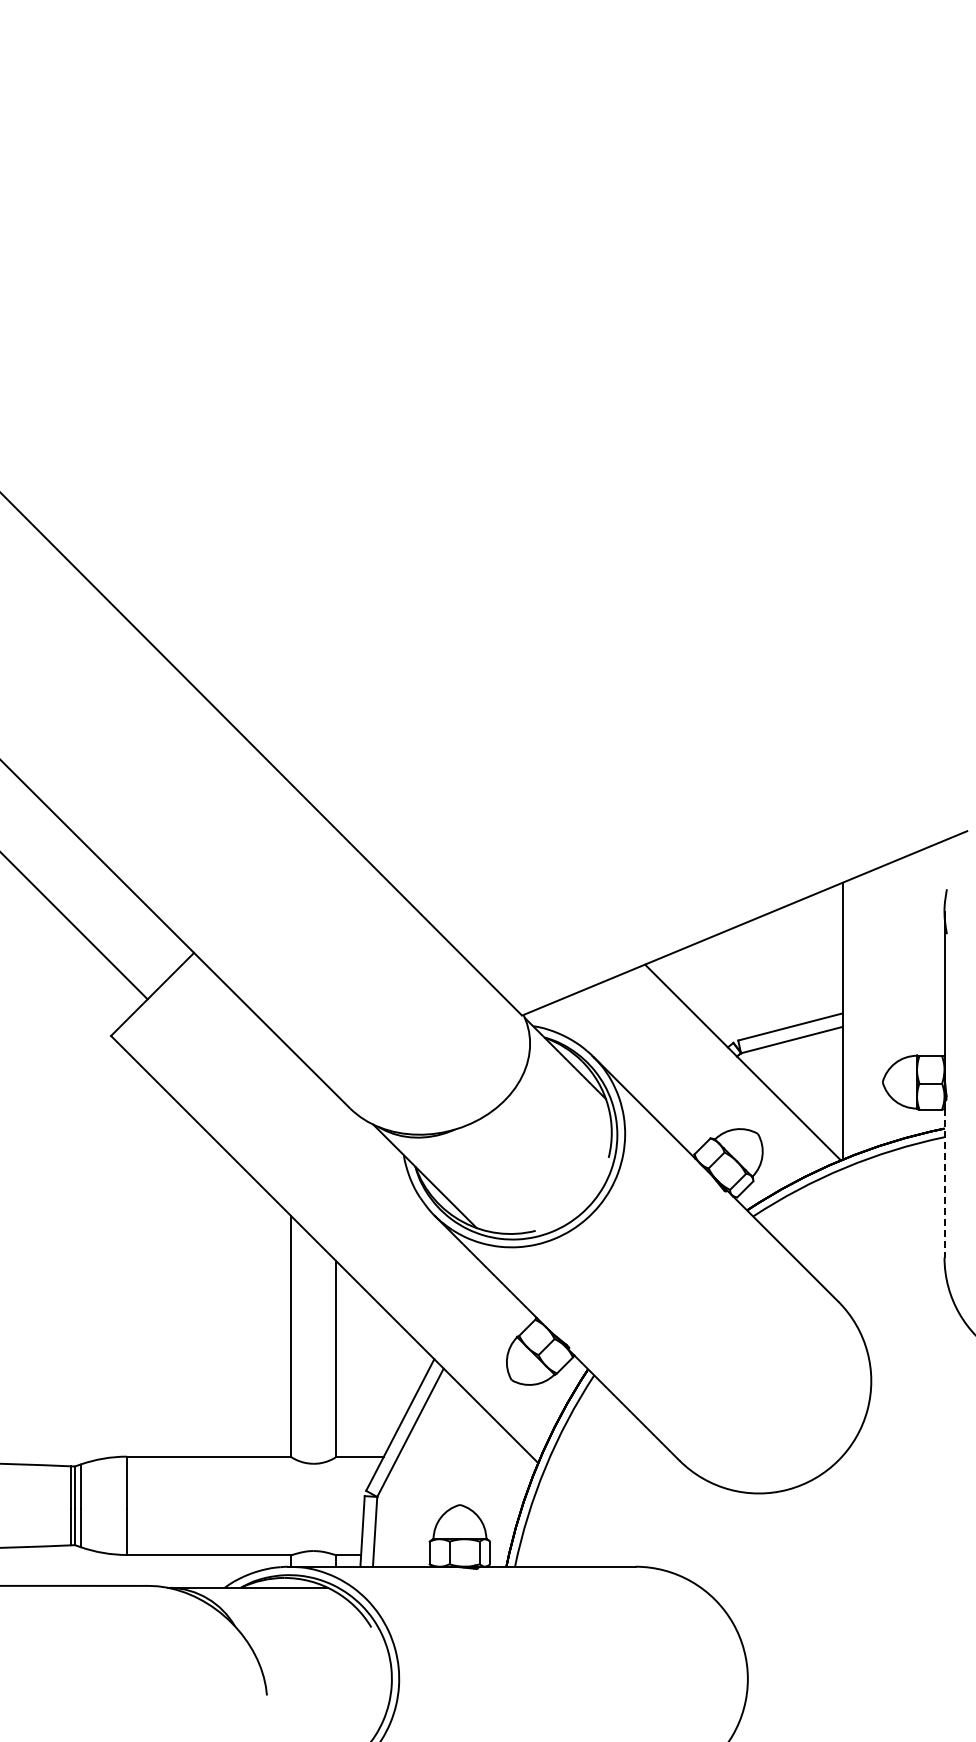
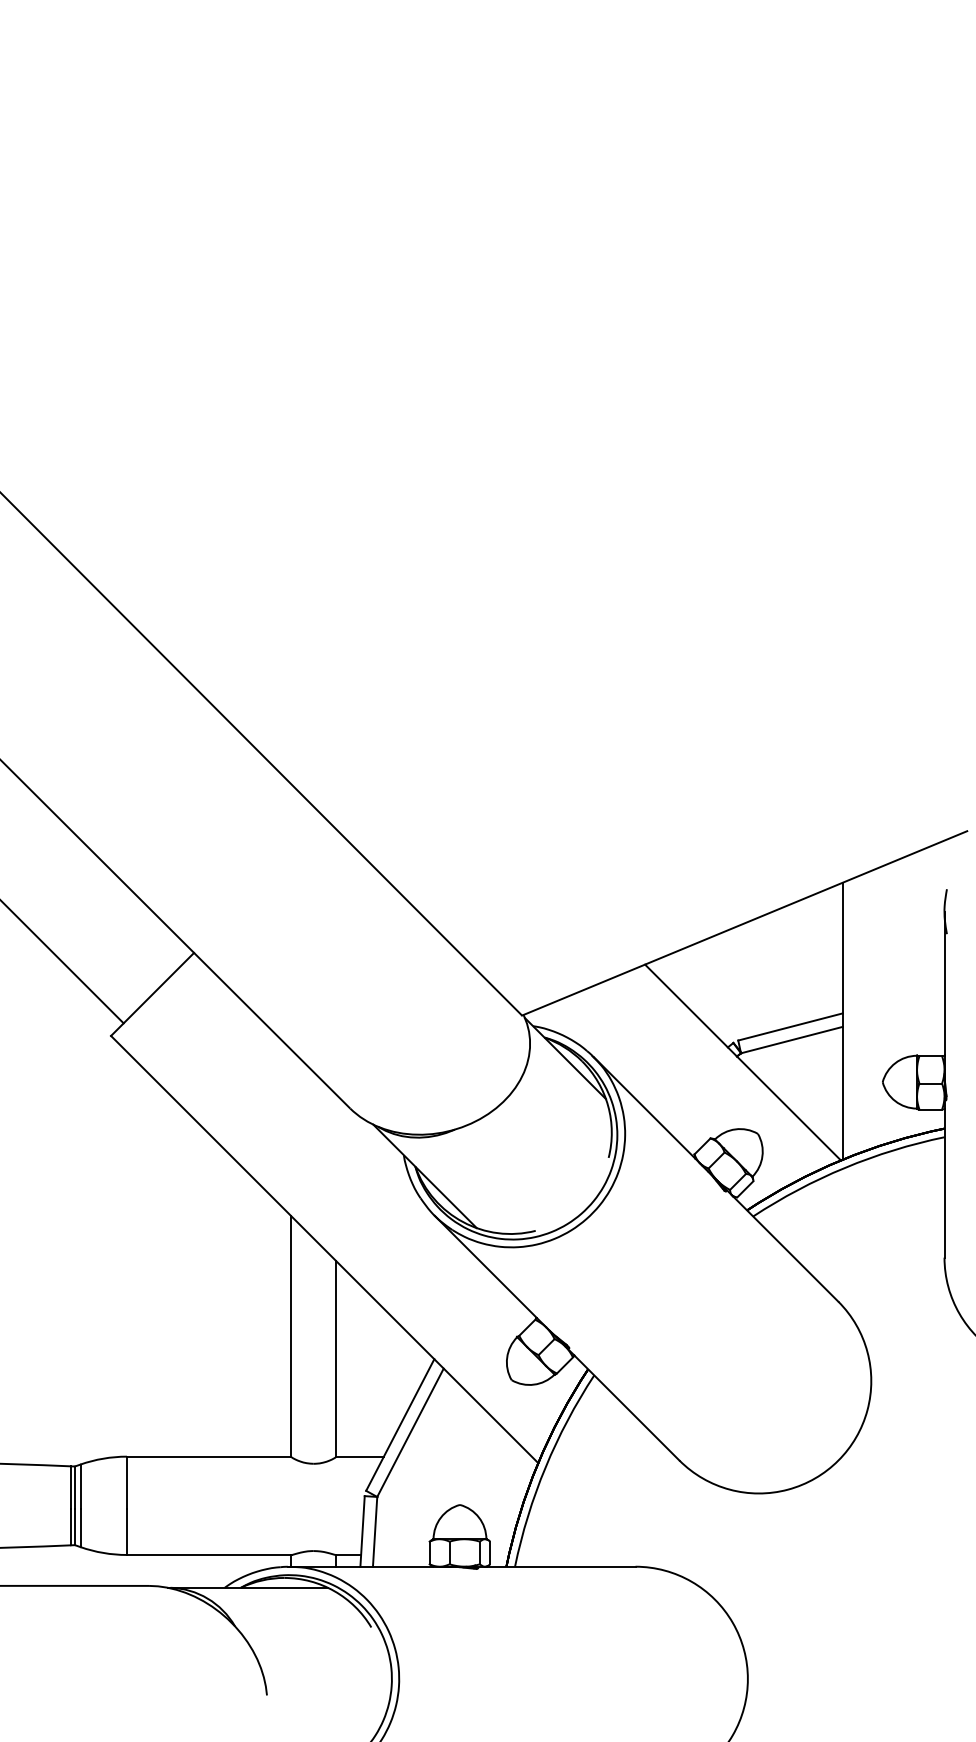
line at (74, 926) position: (74, 926) -> (62, 962)
line at (944, 1184): dashed -> solid
